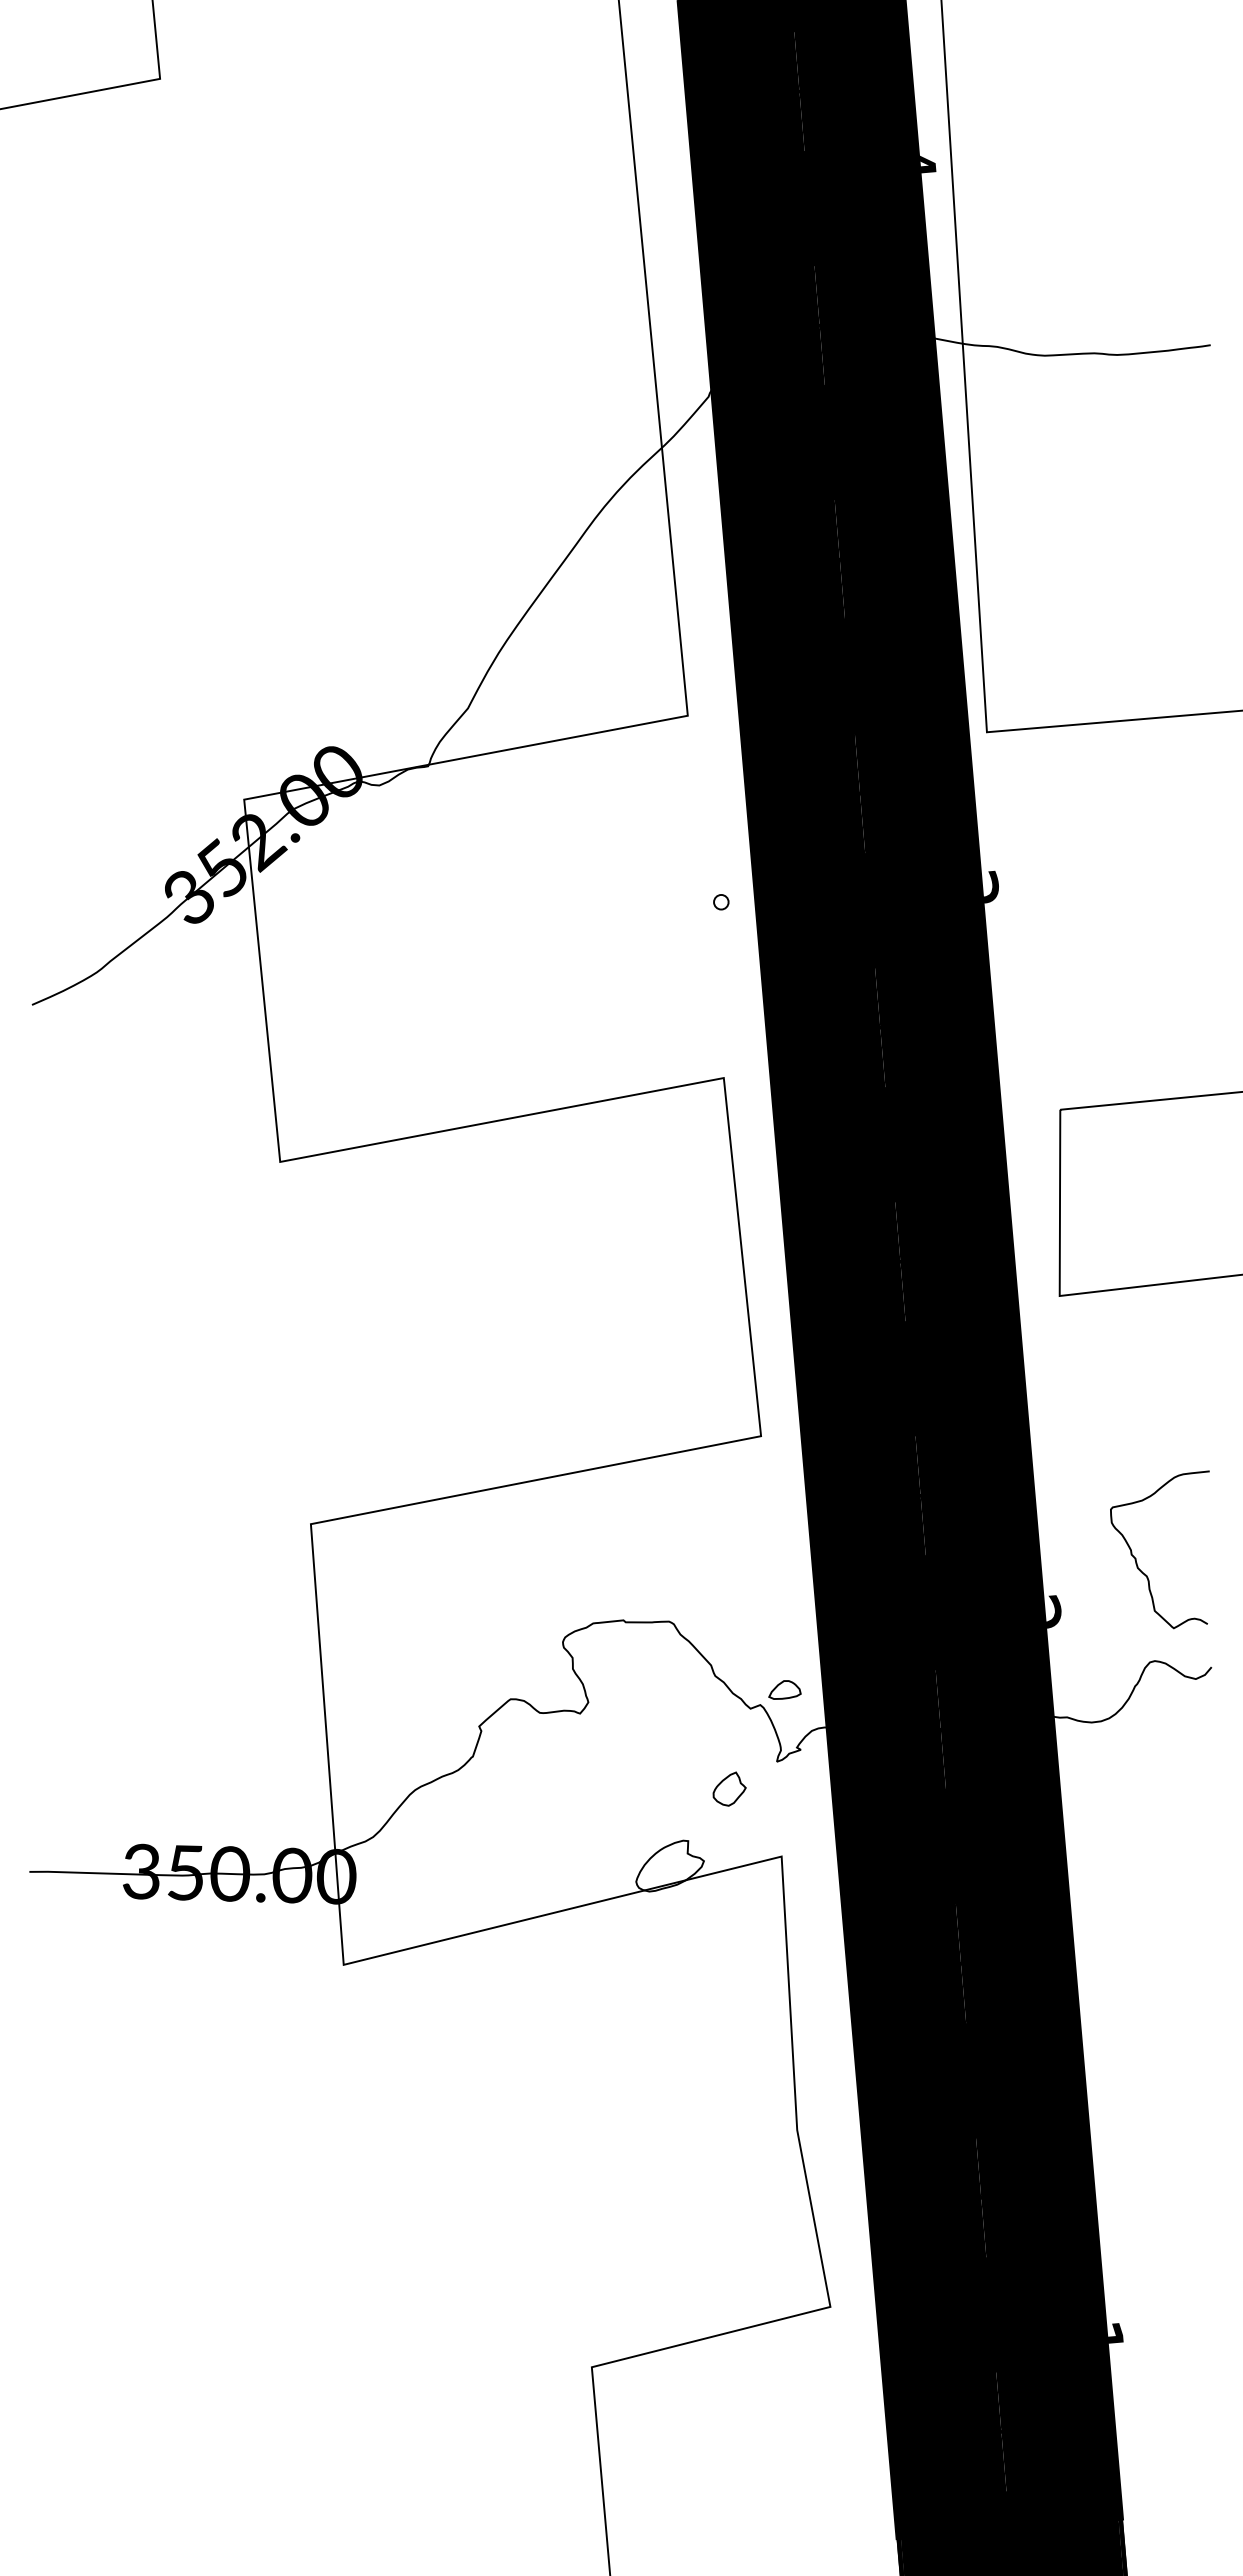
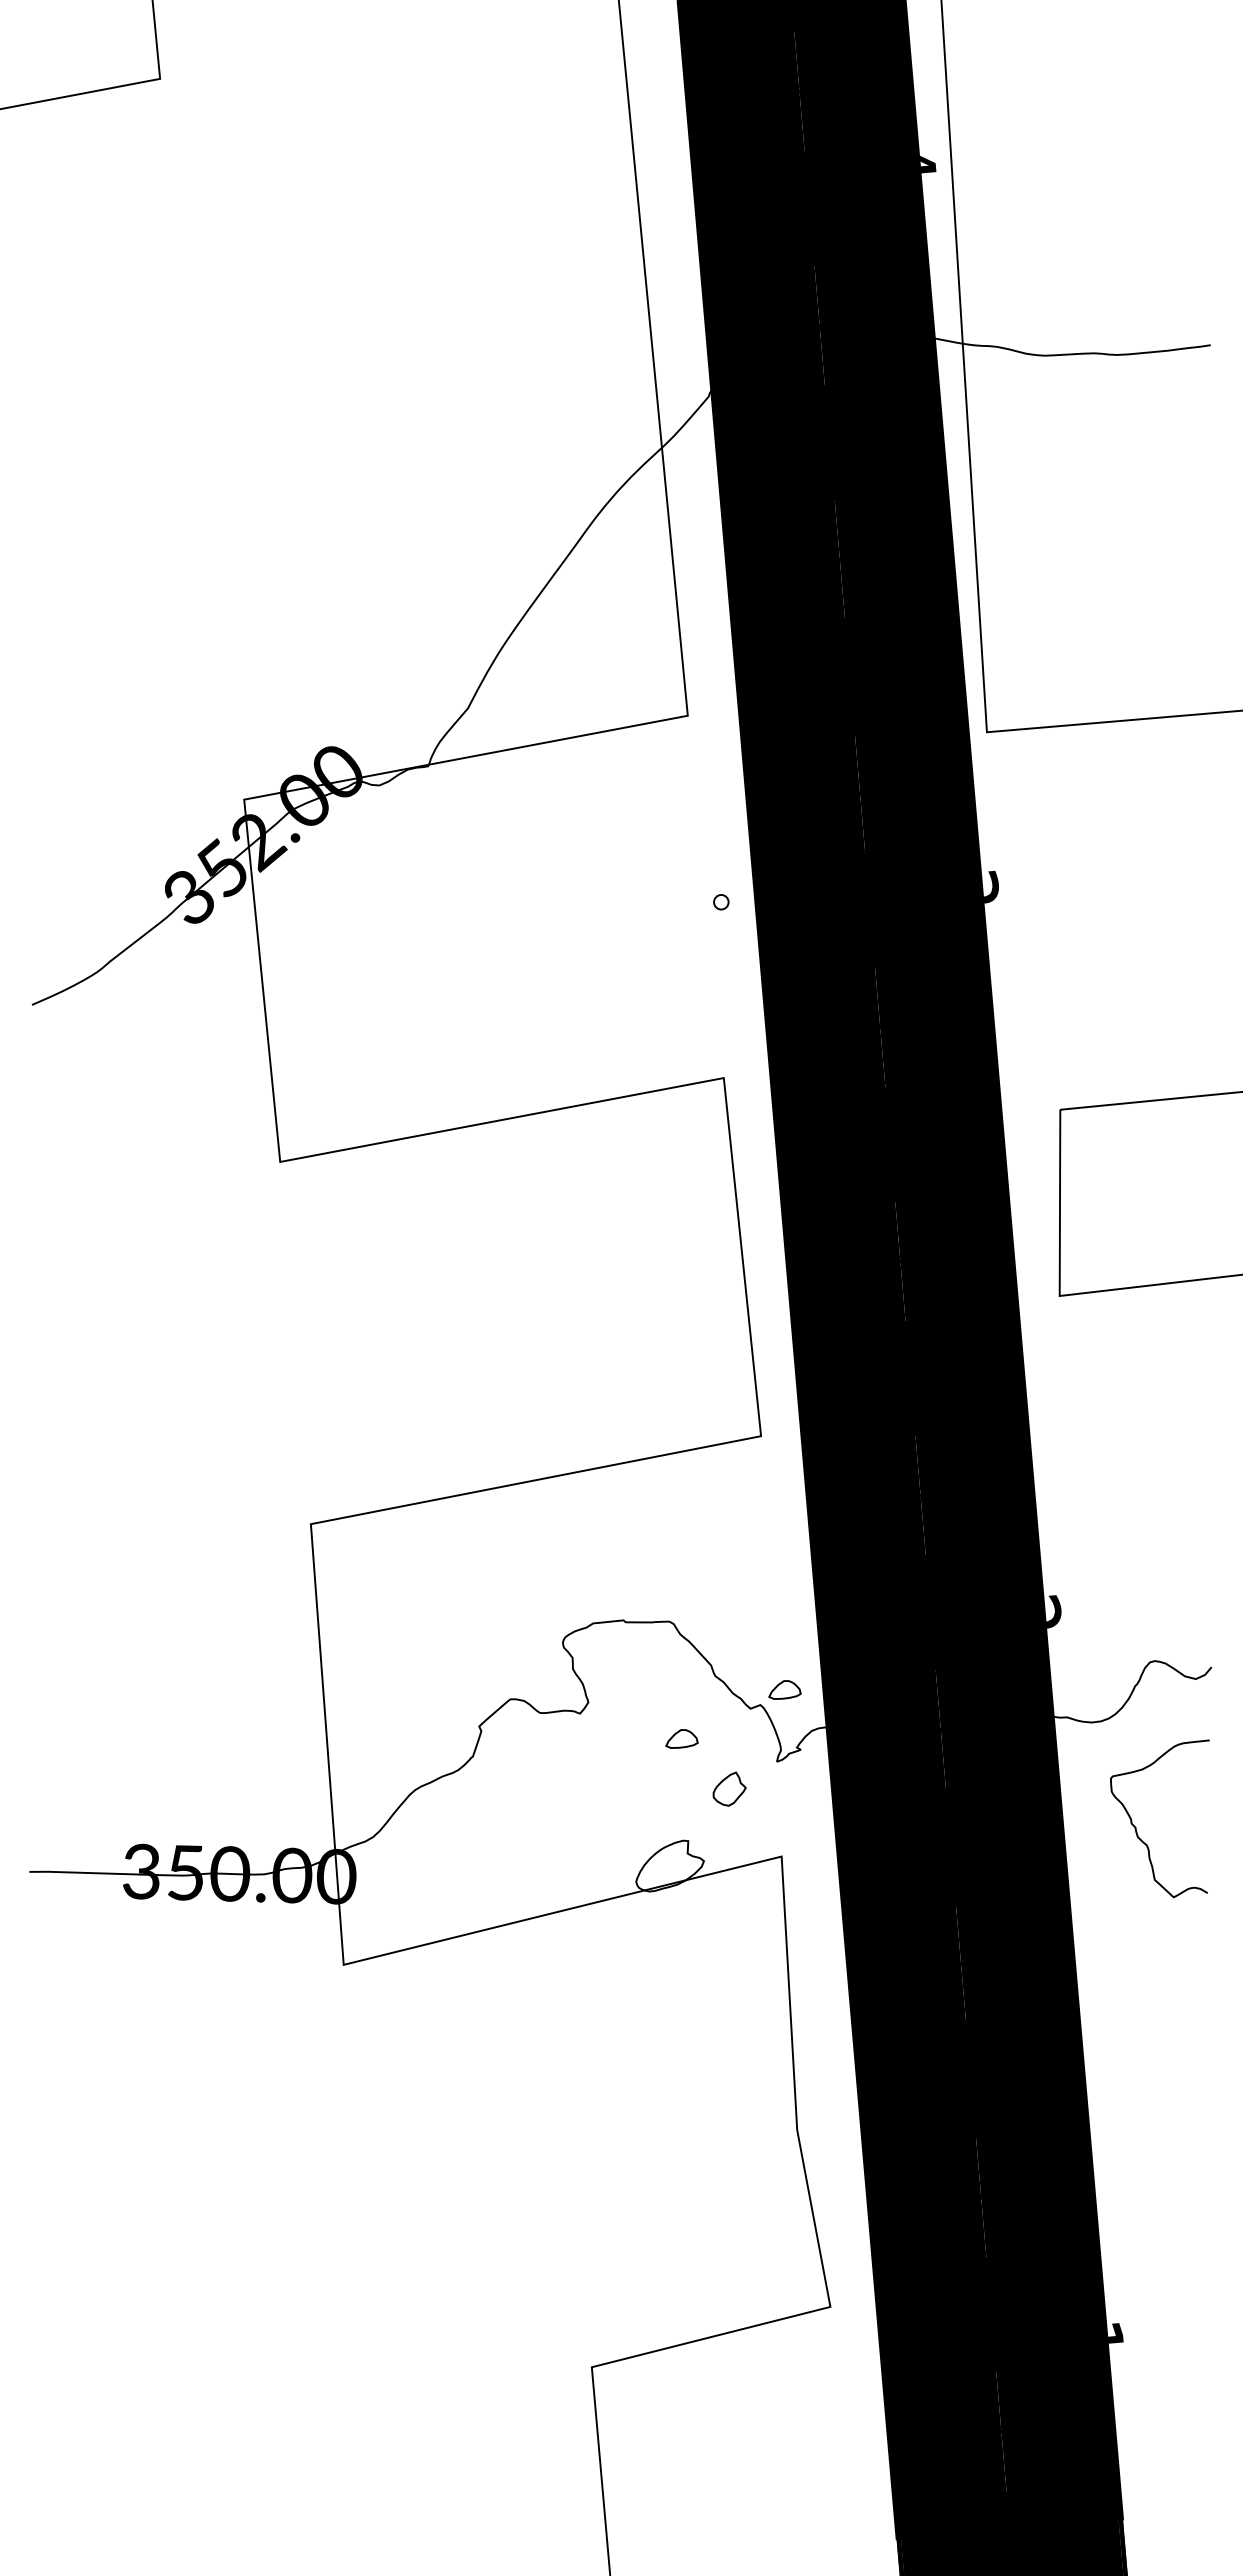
curve at (1136, 1558) position: (1136, 1558) -> (1136, 1827)
part at (681, 1738): none -> present
